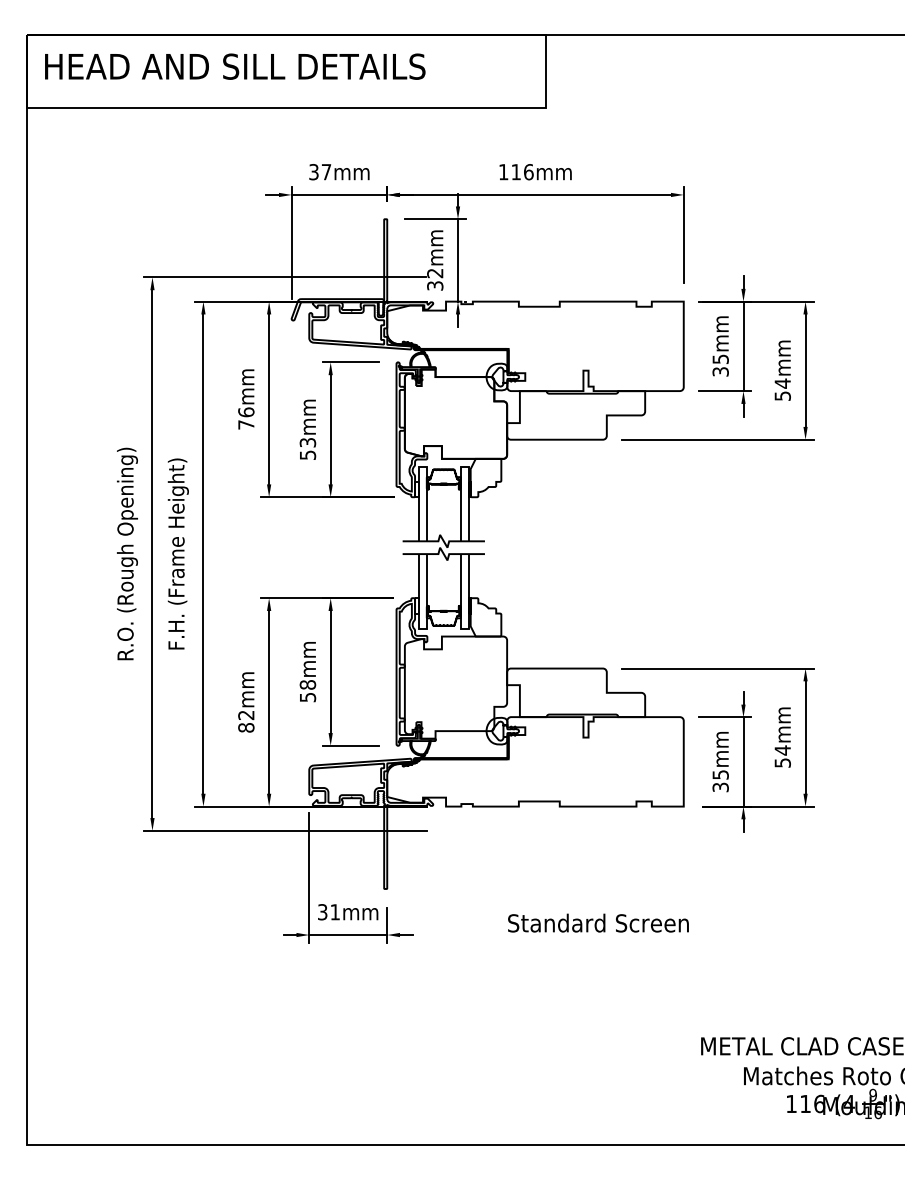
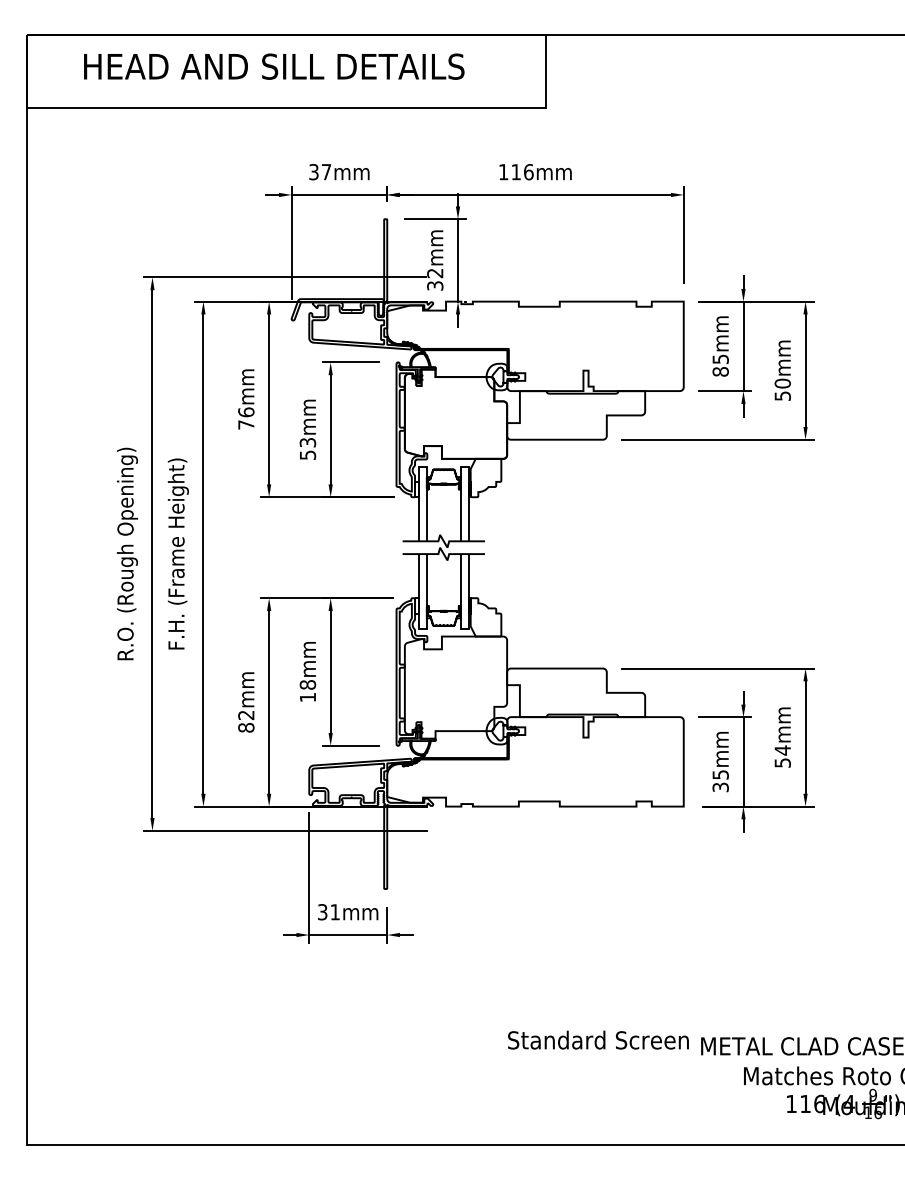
text at (235, 66) position: (235, 66) -> (274, 66)
text at (720, 371): 35mm -> 85mm
text at (782, 383): 54mm -> 50mm
text at (308, 697): 58mm -> 18mm
text at (598, 922) position: (598, 922) -> (598, 1039)
